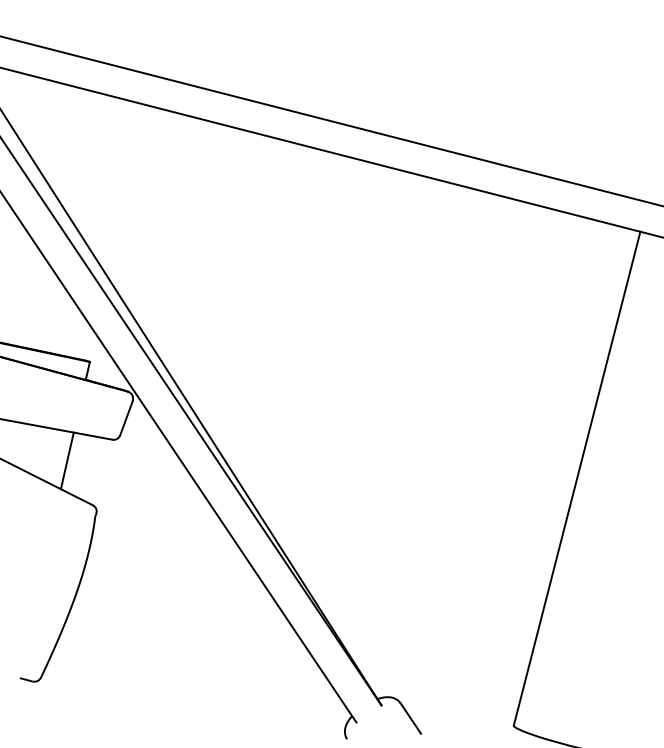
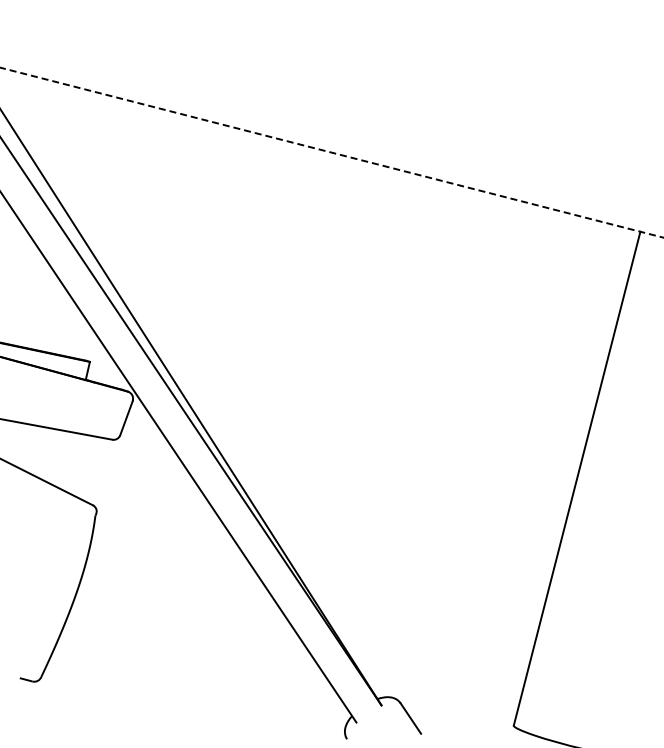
line at (331, 120): present -> none
line at (332, 152): solid -> dashed
line at (66, 460): present -> none
